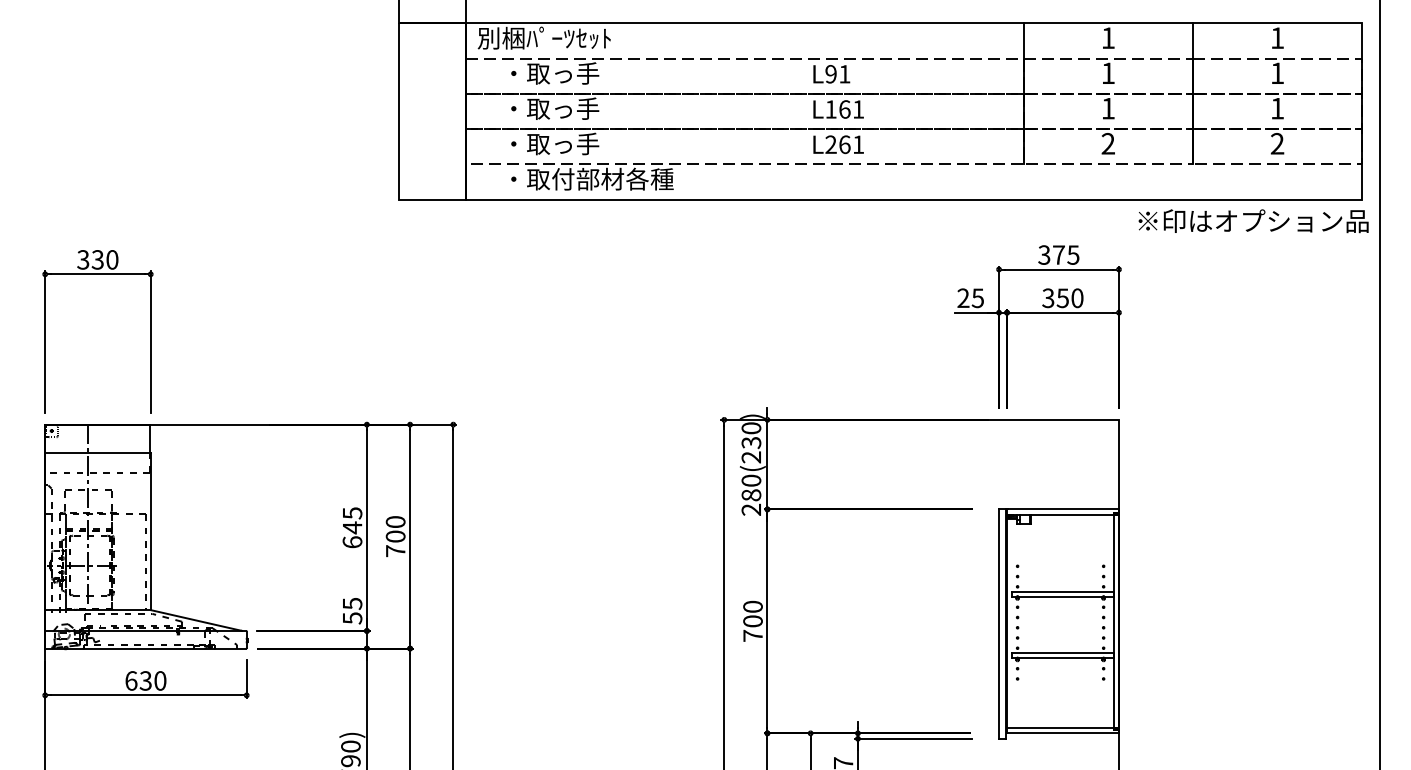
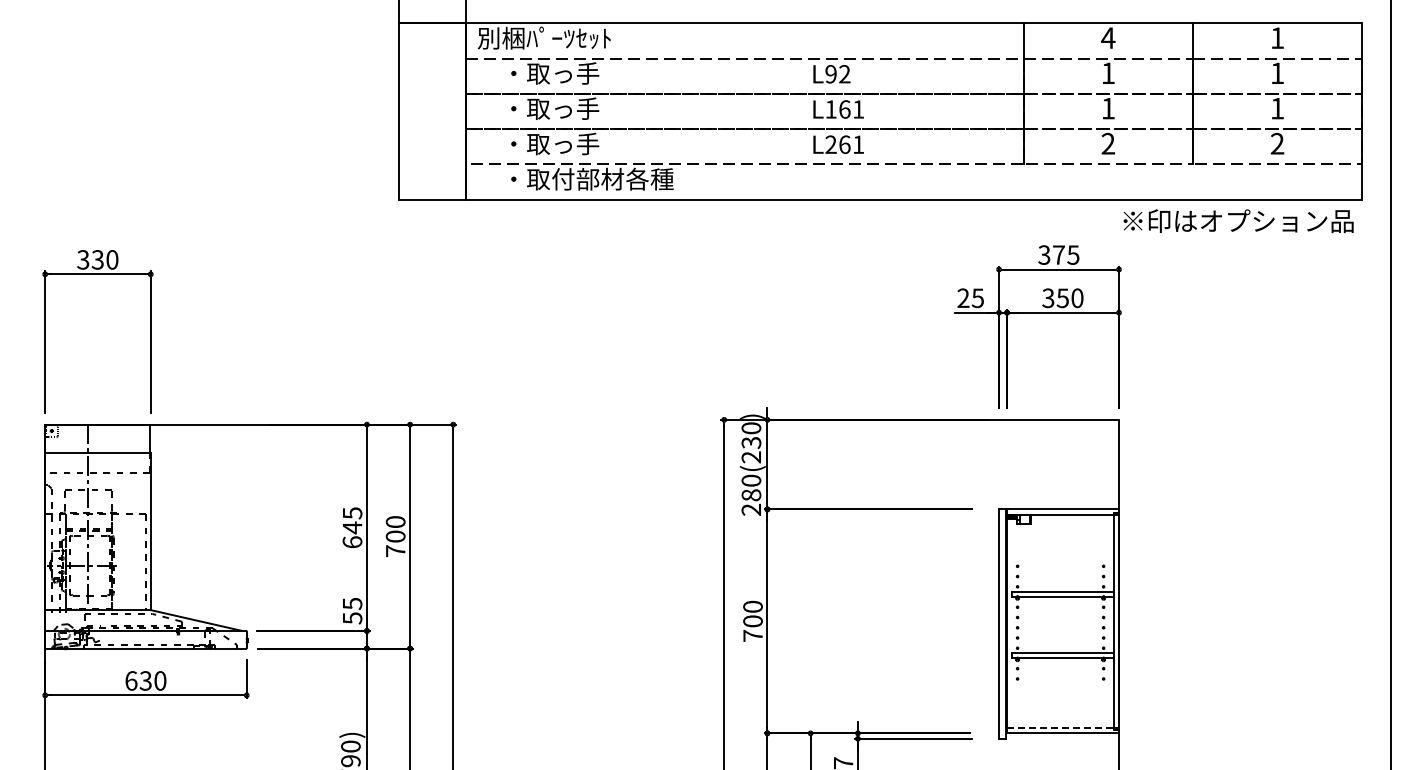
text at (1108, 37): 1 -> 4
text at (844, 74): L91 -> L92
text at (1253, 221) position: (1253, 221) -> (1238, 221)
line at (1379, 384) position: (1379, 384) -> (1390, 384)
line at (1061, 728): solid -> dashed
